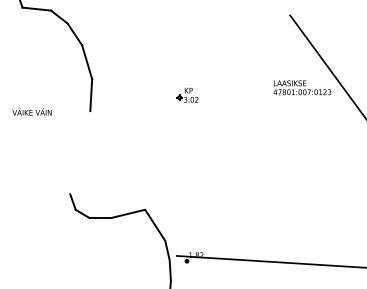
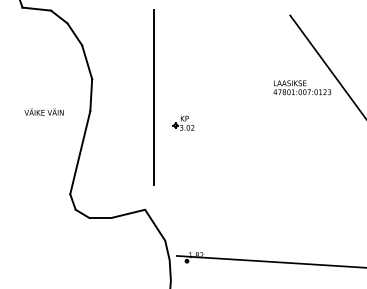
part at (187, 94) position: (187, 94) -> (183, 122)
line at (154, 97): none -> present
text at (31, 111) position: (31, 111) -> (43, 111)
line at (80, 152): none -> present
